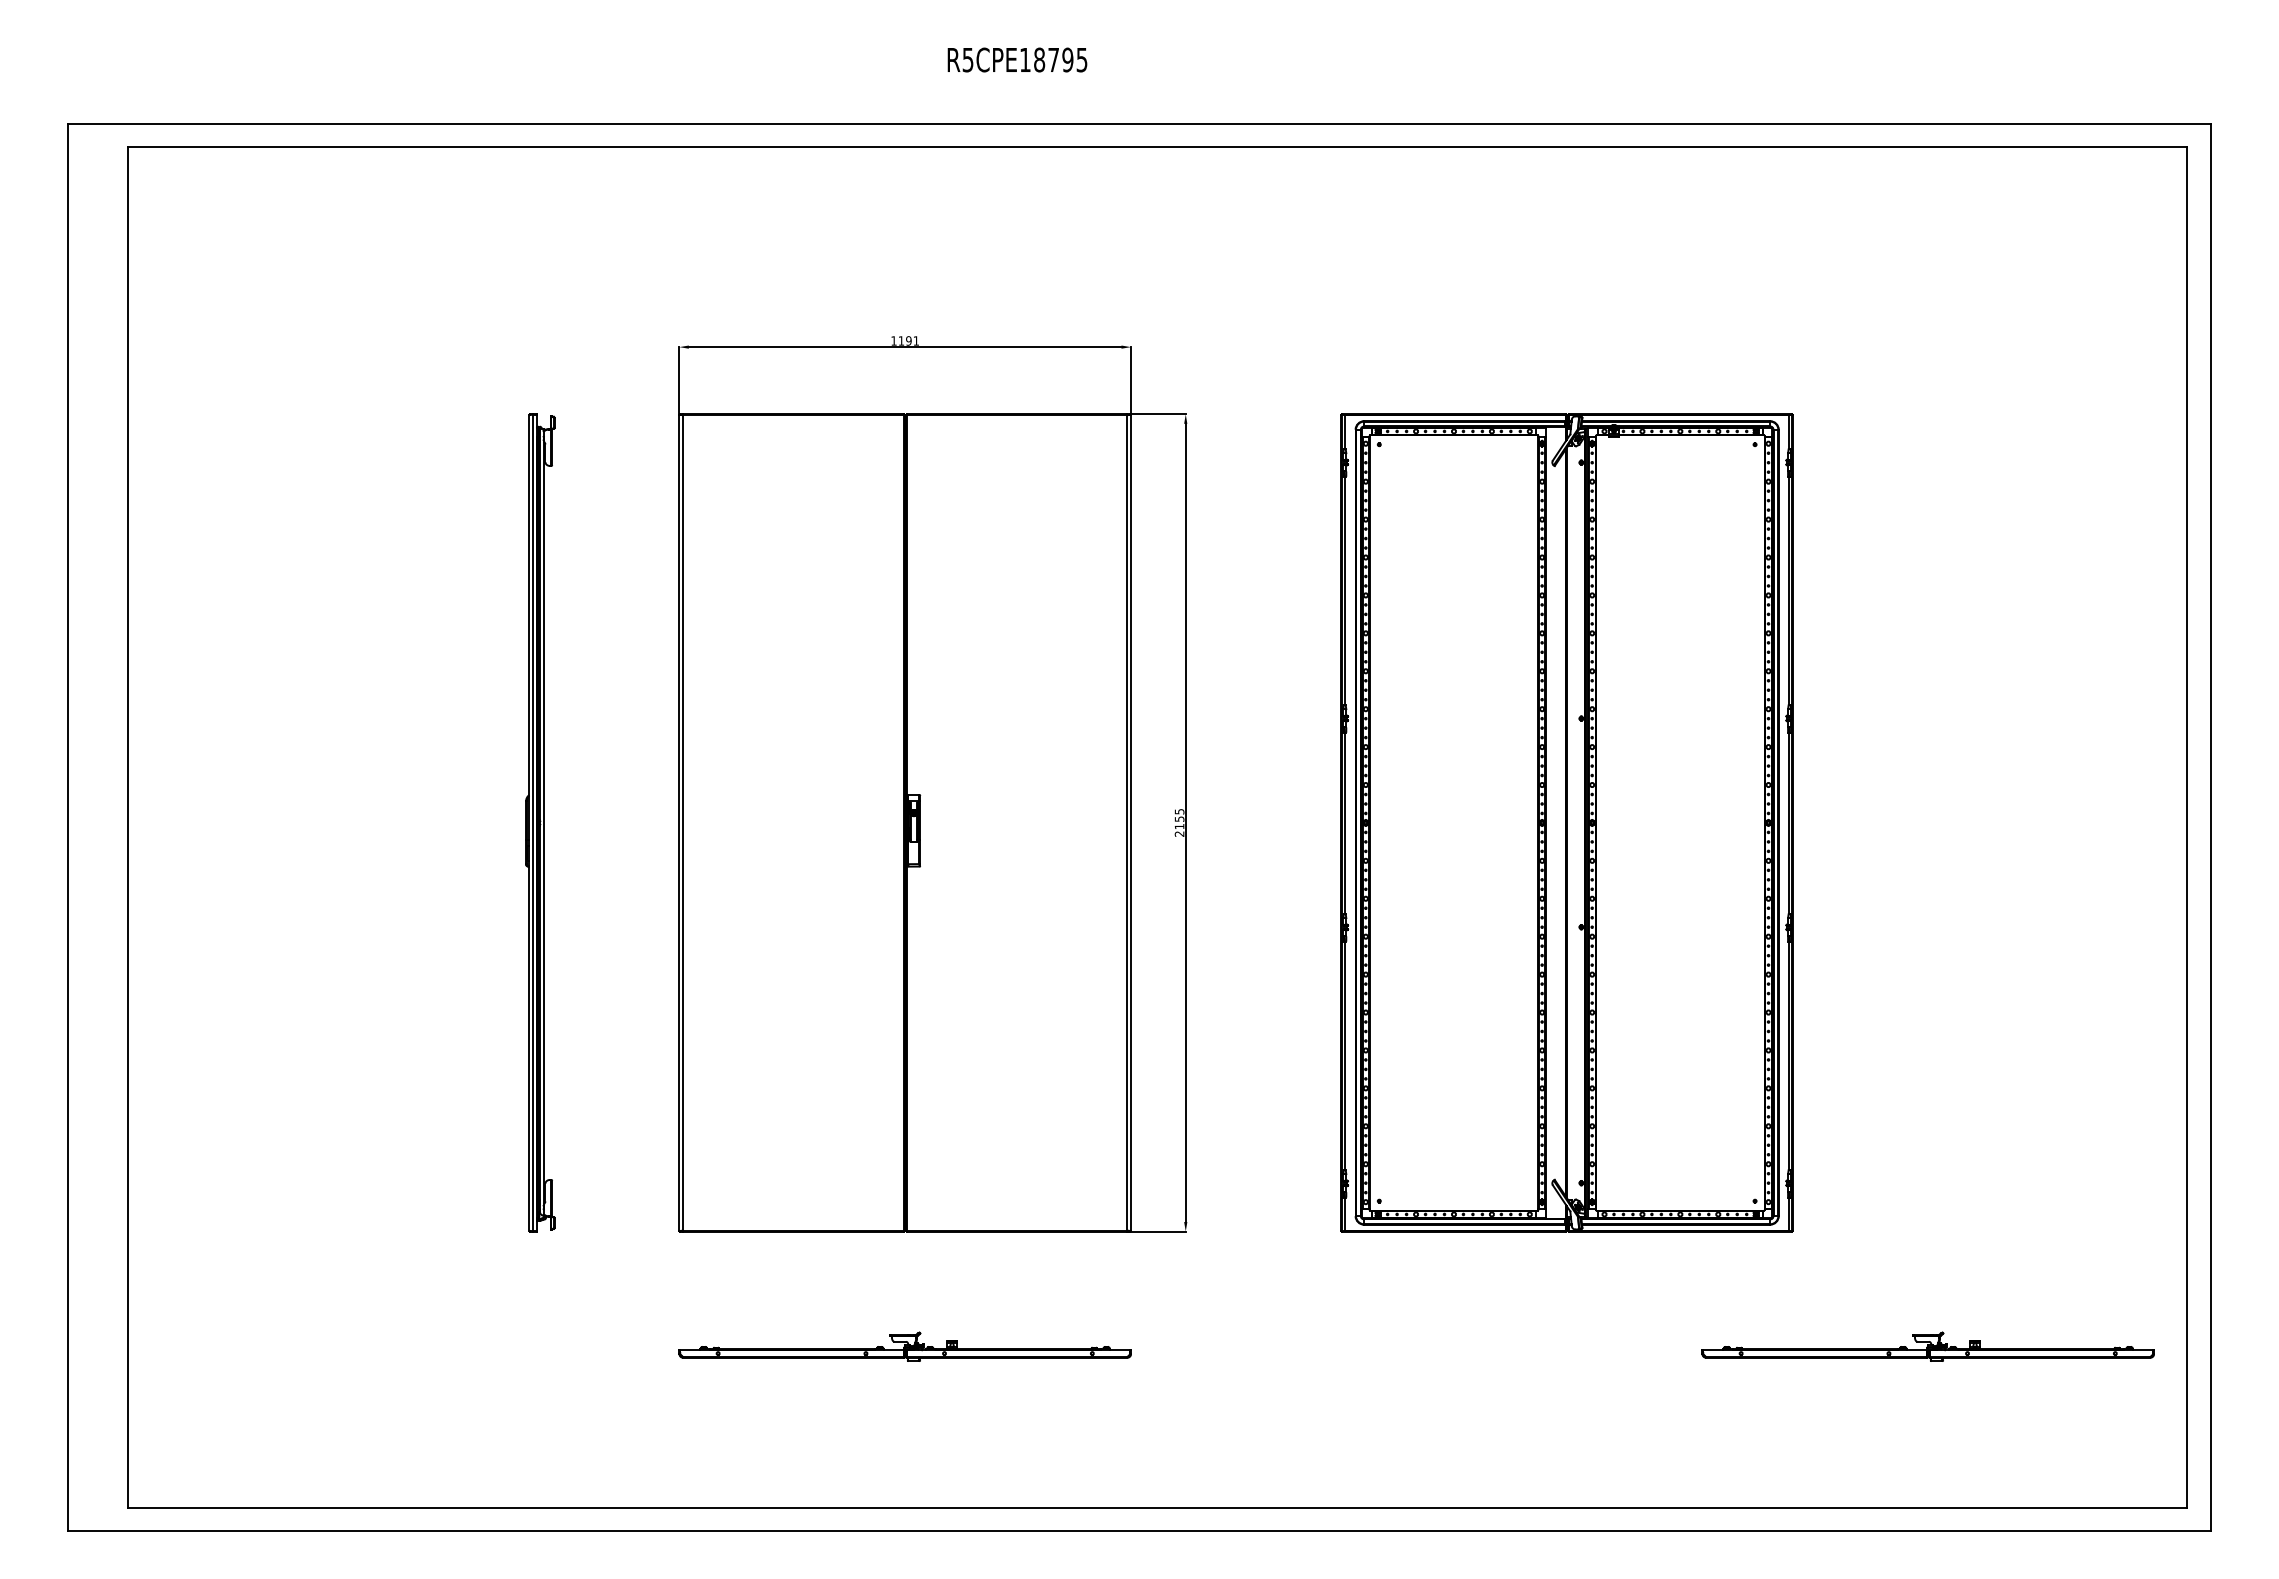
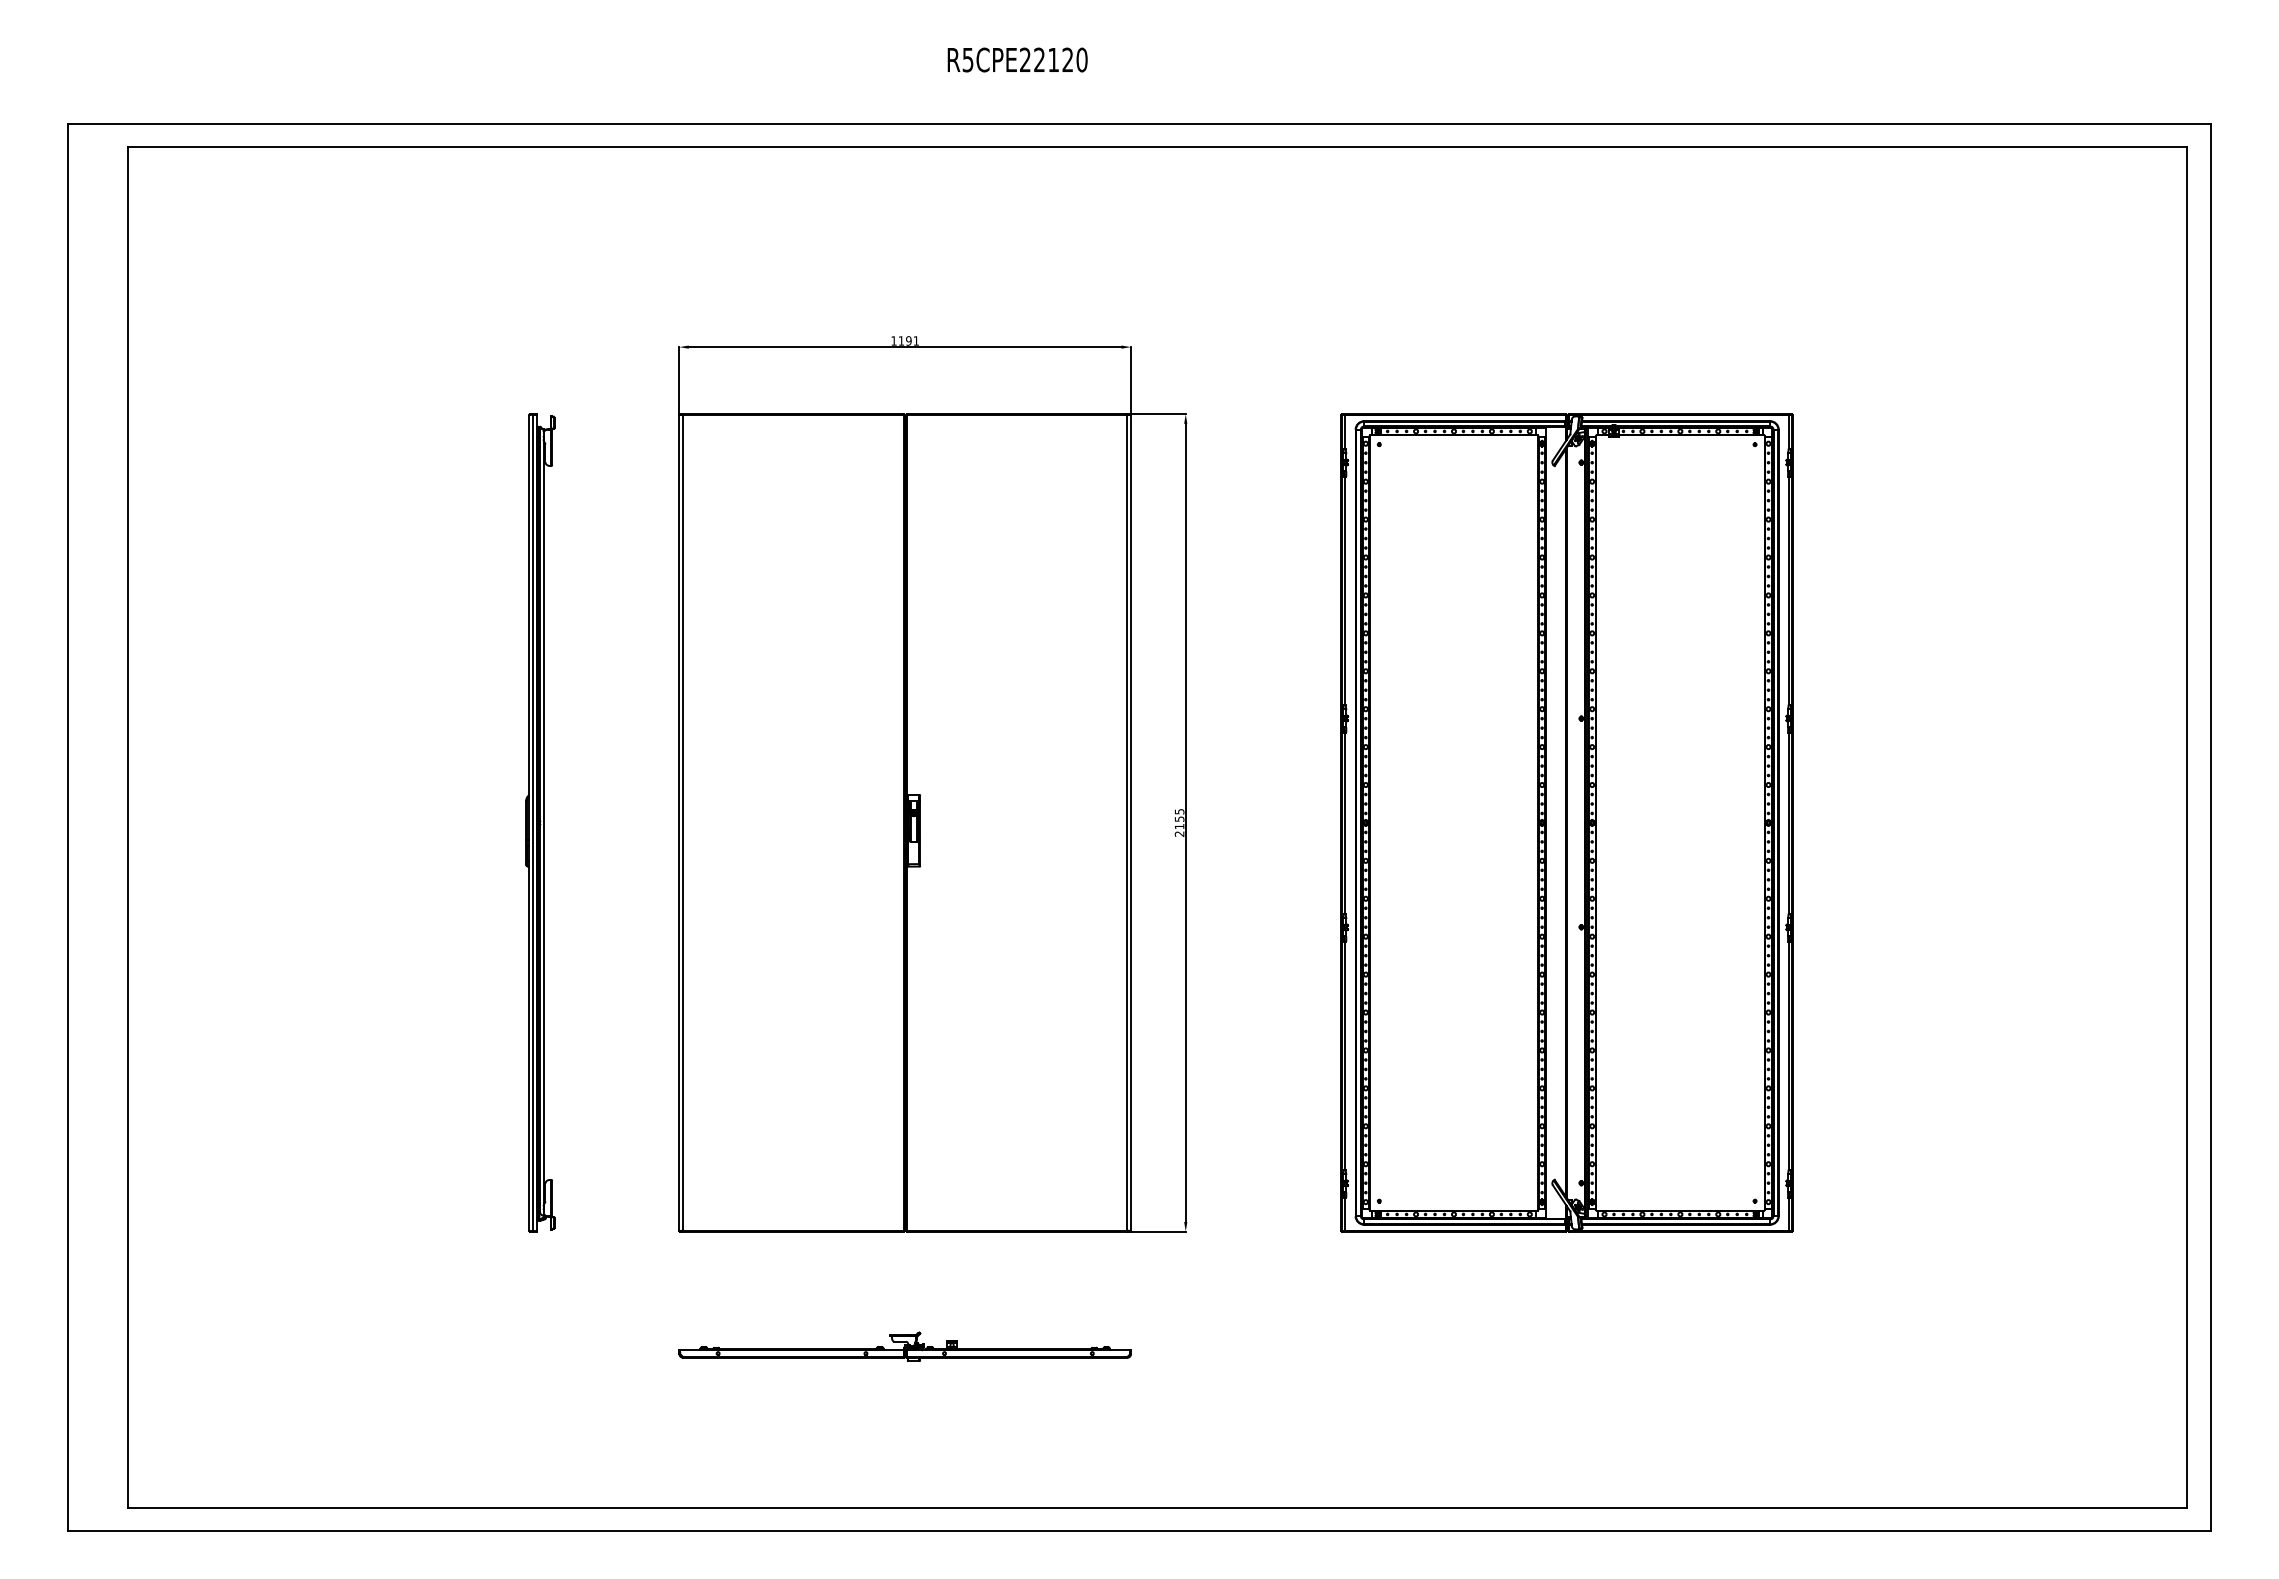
text at (1053, 59): R5CPE18795 -> R5CPE22120
part at (1927, 1346): present -> none
